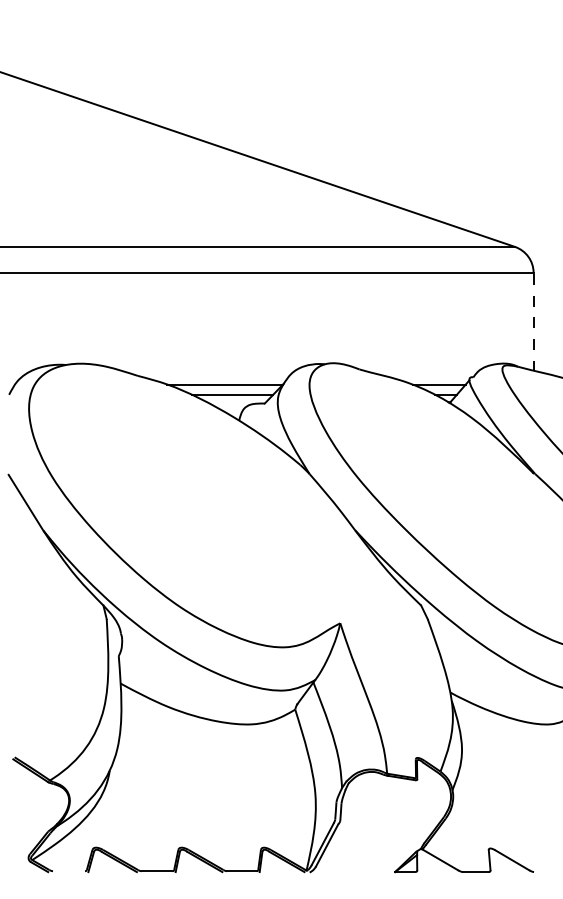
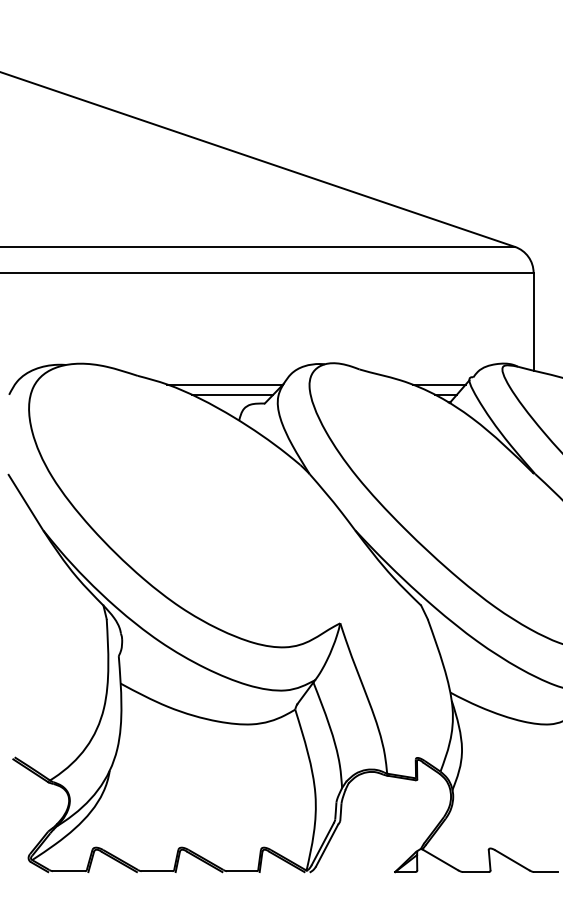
line at (533, 321): dashed -> solid
line at (68, 871): none -> present
line at (546, 872): none -> present
